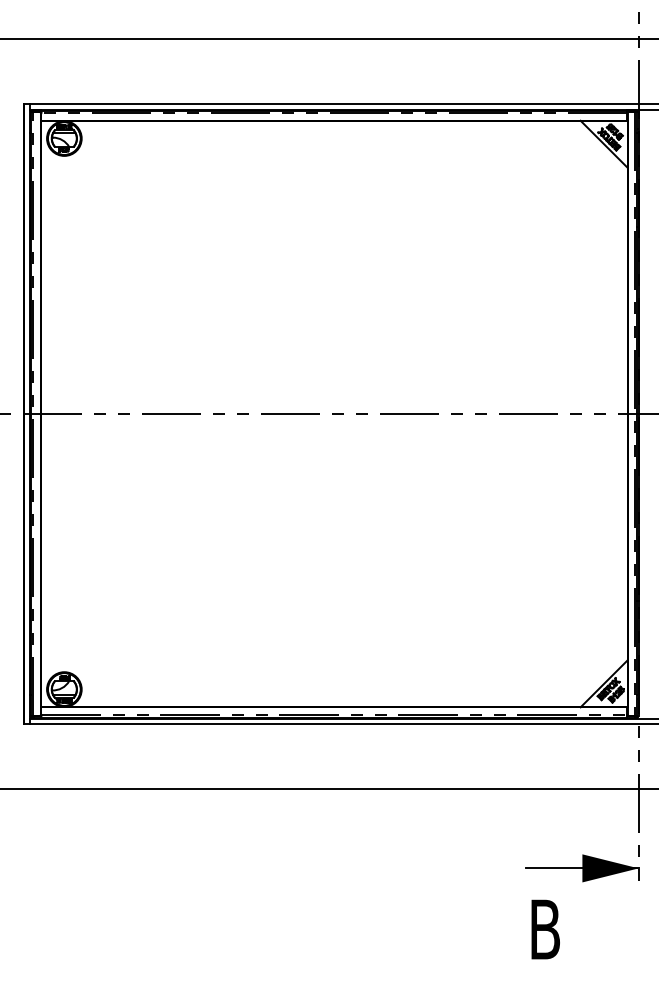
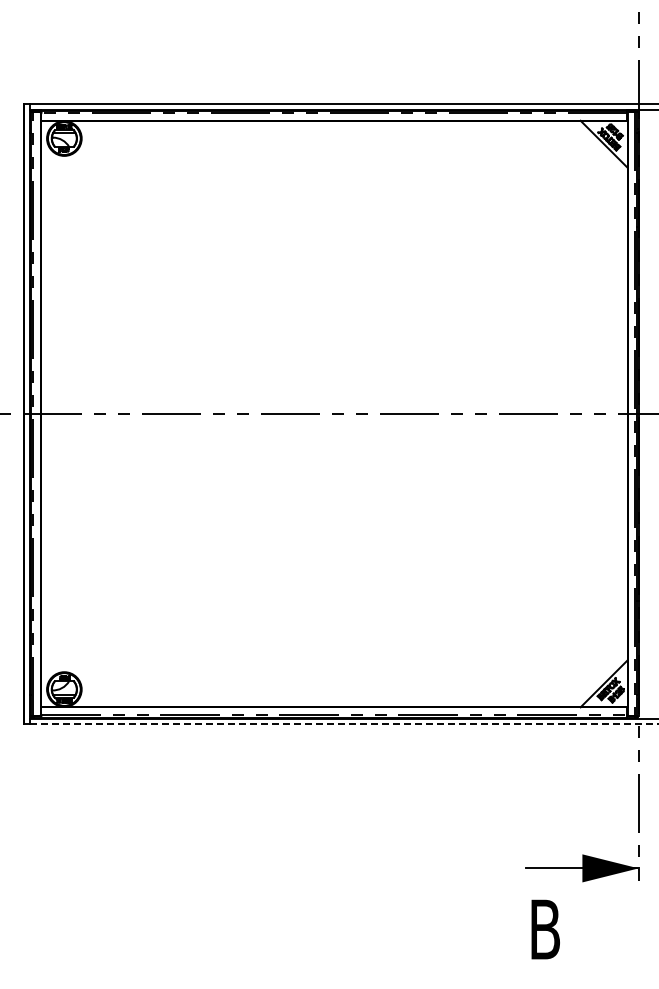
line at (328, 39): present -> none
line at (343, 724): solid -> dashed
line at (328, 788): present -> none
